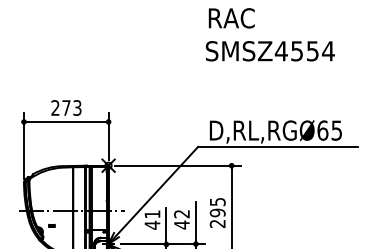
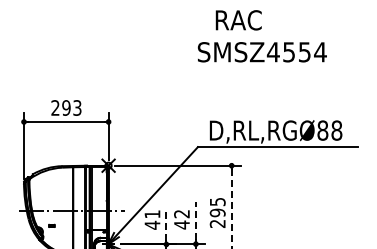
text at (231, 18) position: (231, 18) -> (238, 20)
text at (269, 51) position: (269, 51) -> (261, 52)
text at (66, 107): 273 -> 293
text at (329, 130): D,RL,RGØ65 -> D,RL,RGØ88
line at (231, 208): solid -> dashed
line at (195, 220): solid -> dashed
line at (166, 223): solid -> dashed
